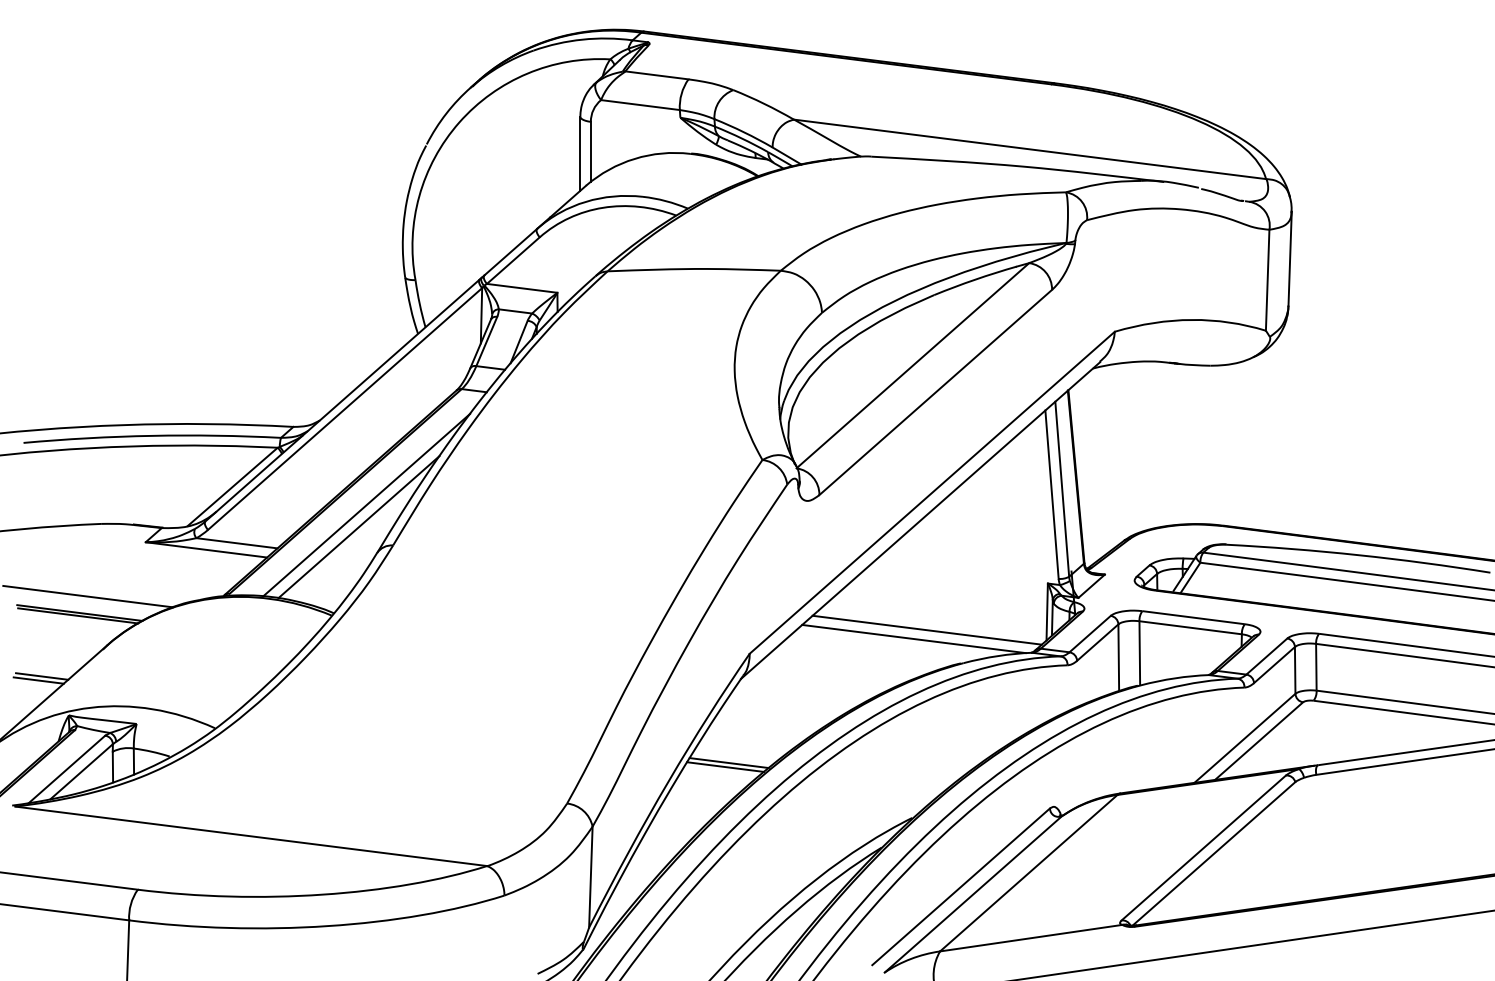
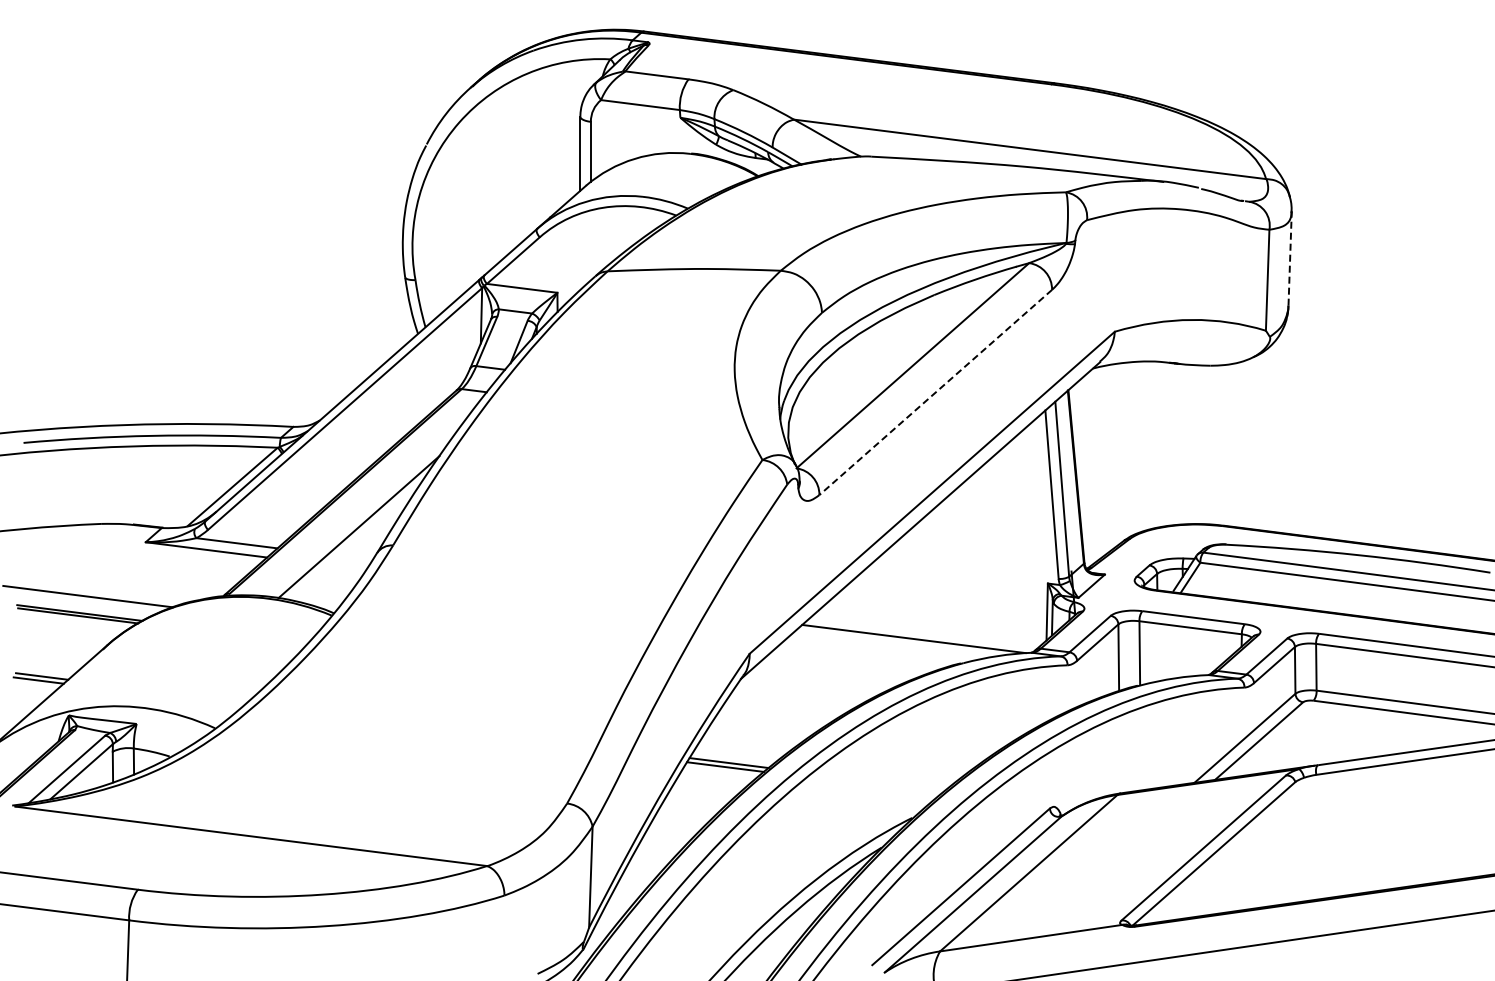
line at (1290, 258): solid -> dashed
line at (935, 392): solid -> dashed
line at (366, 504): present -> none
line at (926, 629): present -> none
